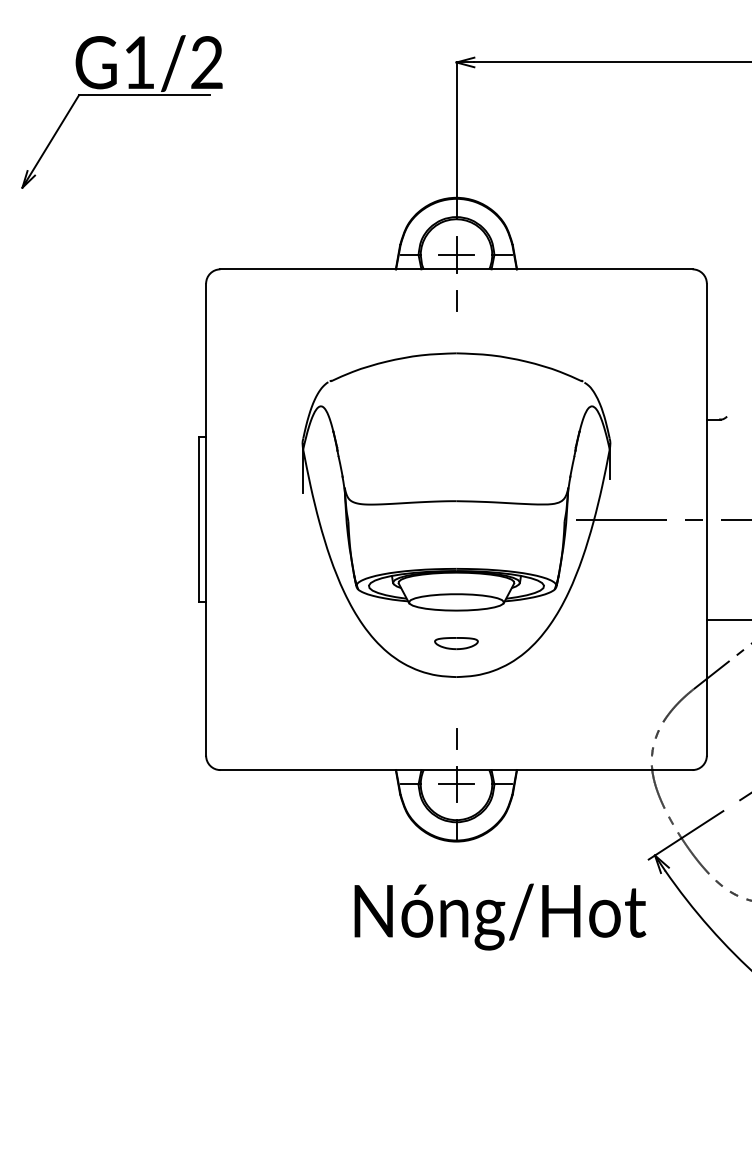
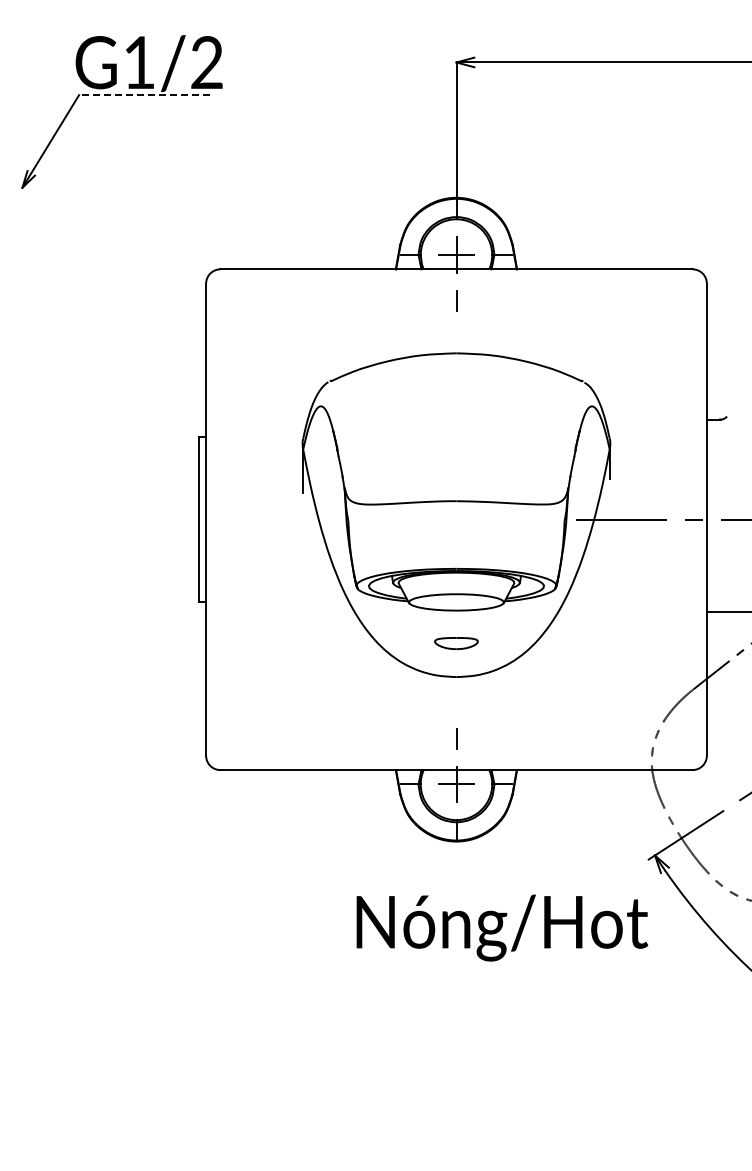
line at (144, 95): solid -> dashed
line at (727, 619) position: (727, 619) -> (727, 611)
text at (500, 916) position: (500, 916) -> (502, 927)
